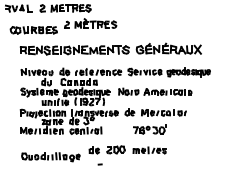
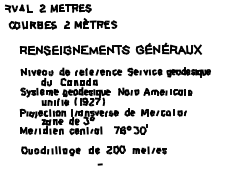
part at (33, 30) position: (33, 30) -> (32, 25)
part at (149, 129) position: (149, 129) -> (130, 129)
part at (50, 157) position: (50, 157) -> (50, 151)
